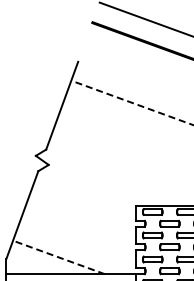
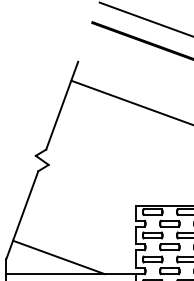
line at (132, 102): dashed -> solid
line at (58, 257): dashed -> solid
